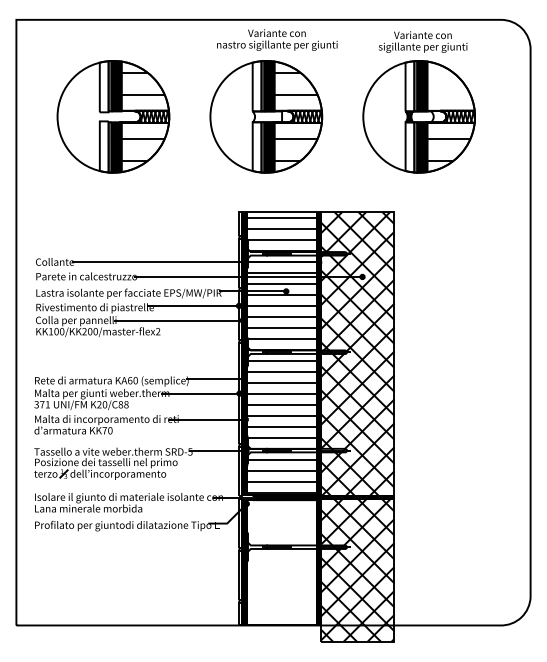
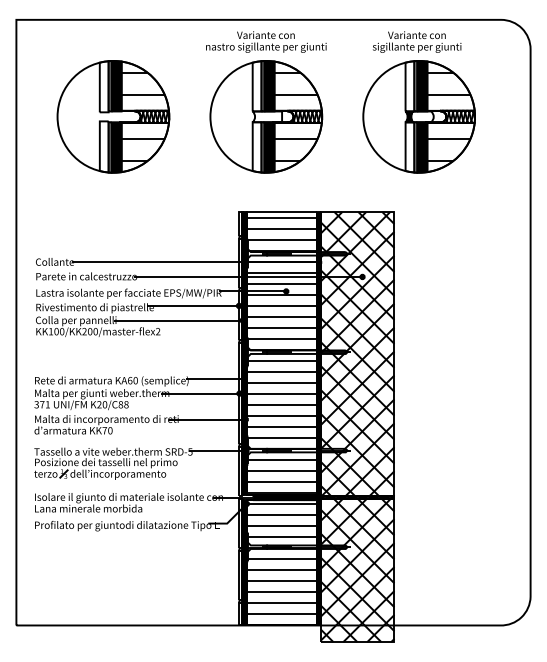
text at (277, 39) position: (277, 39) -> (266, 41)
text at (423, 41) position: (423, 41) -> (417, 41)
hatch at (448, 83): none -> present
hatch at (282, 564): none -> present
